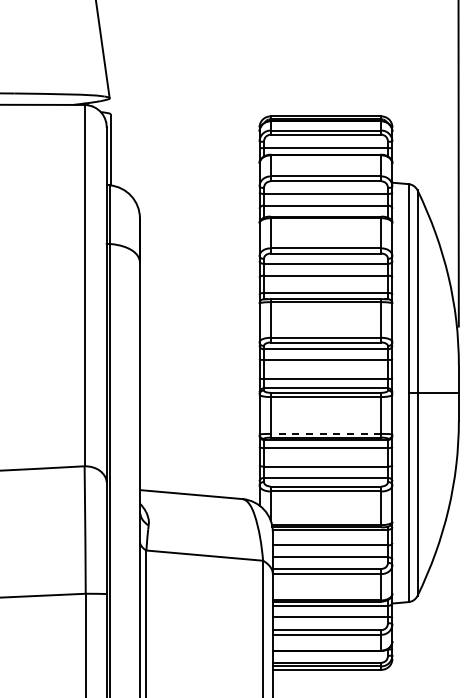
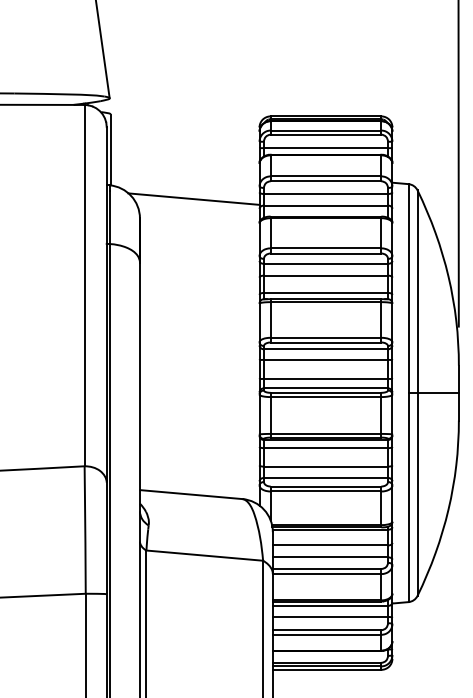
line at (193, 198): none -> present
line at (325, 433): dashed -> solid
